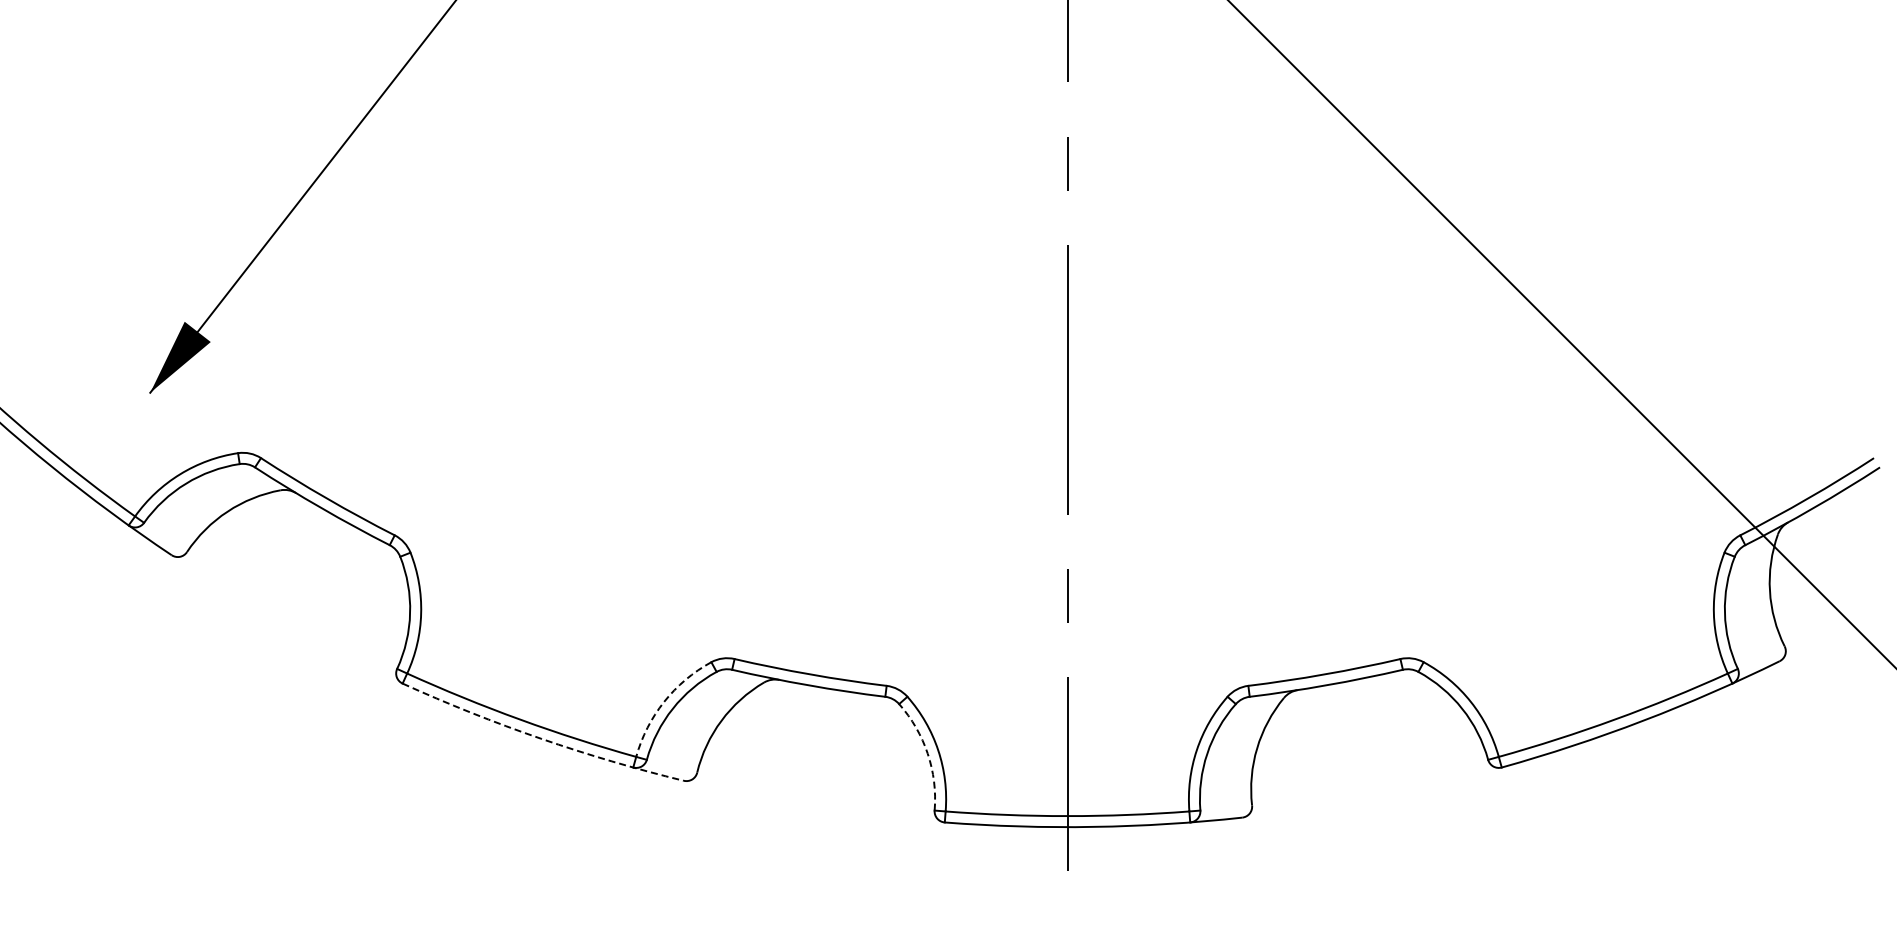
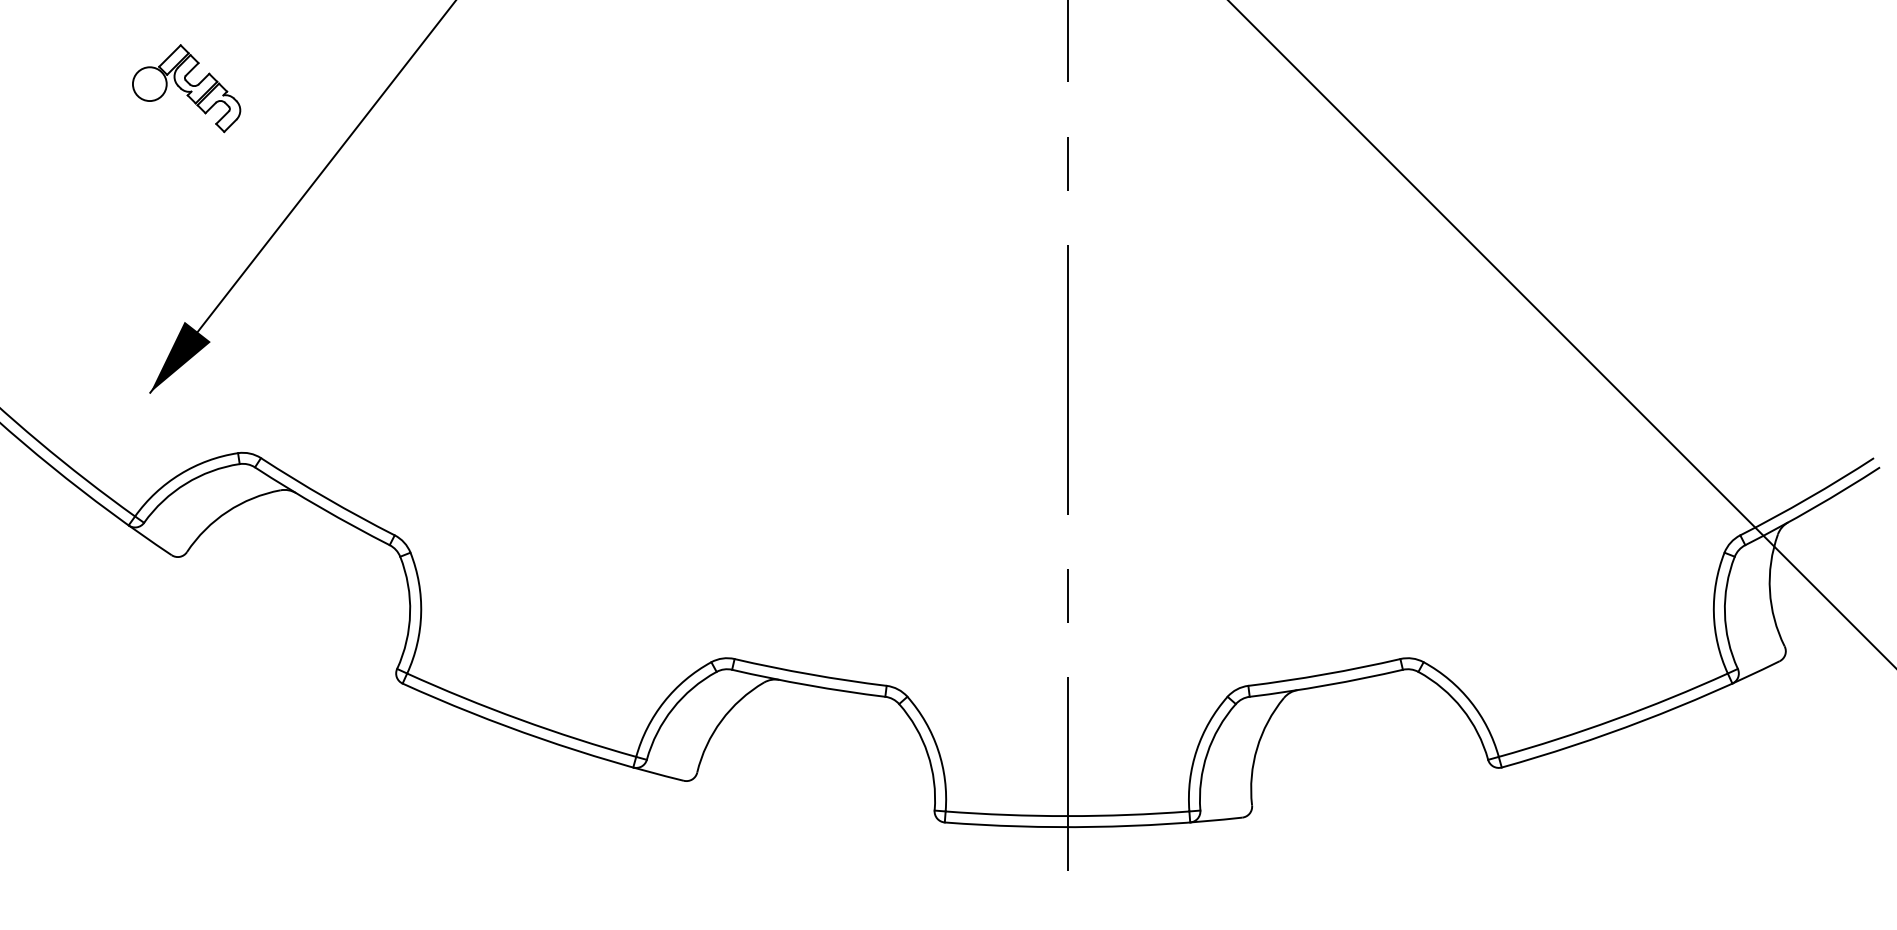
part at (186, 88): none -> present
arc at (664, 701): dashed -> solid
arc at (541, 738): dashed -> solid
arc at (927, 753): dashed -> solid
